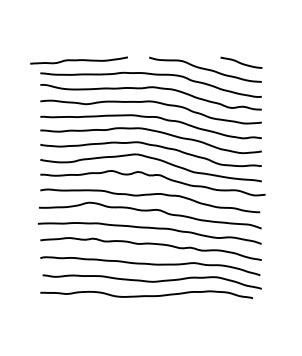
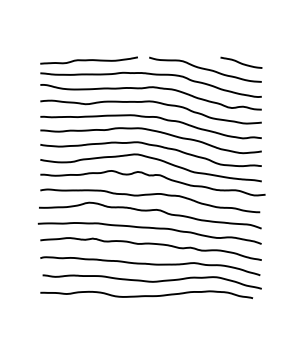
curve at (78, 60) position: (78, 60) -> (88, 60)
